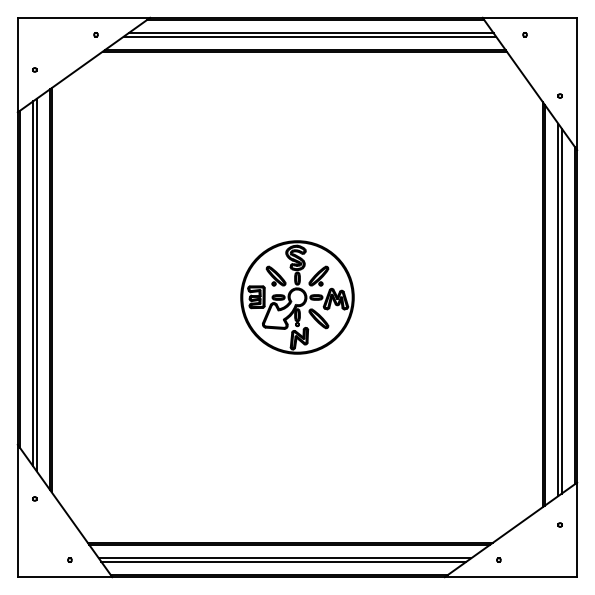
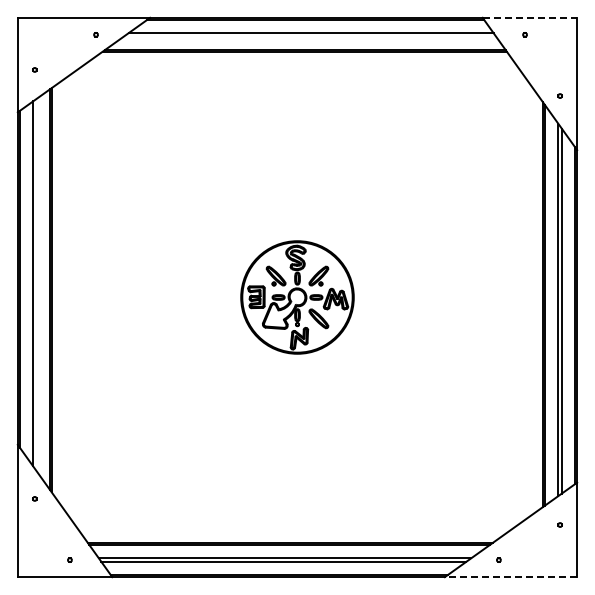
line at (530, 17): solid -> dashed
line at (309, 36): present -> none
line at (36, 284): present -> none
line at (510, 577): solid -> dashed
